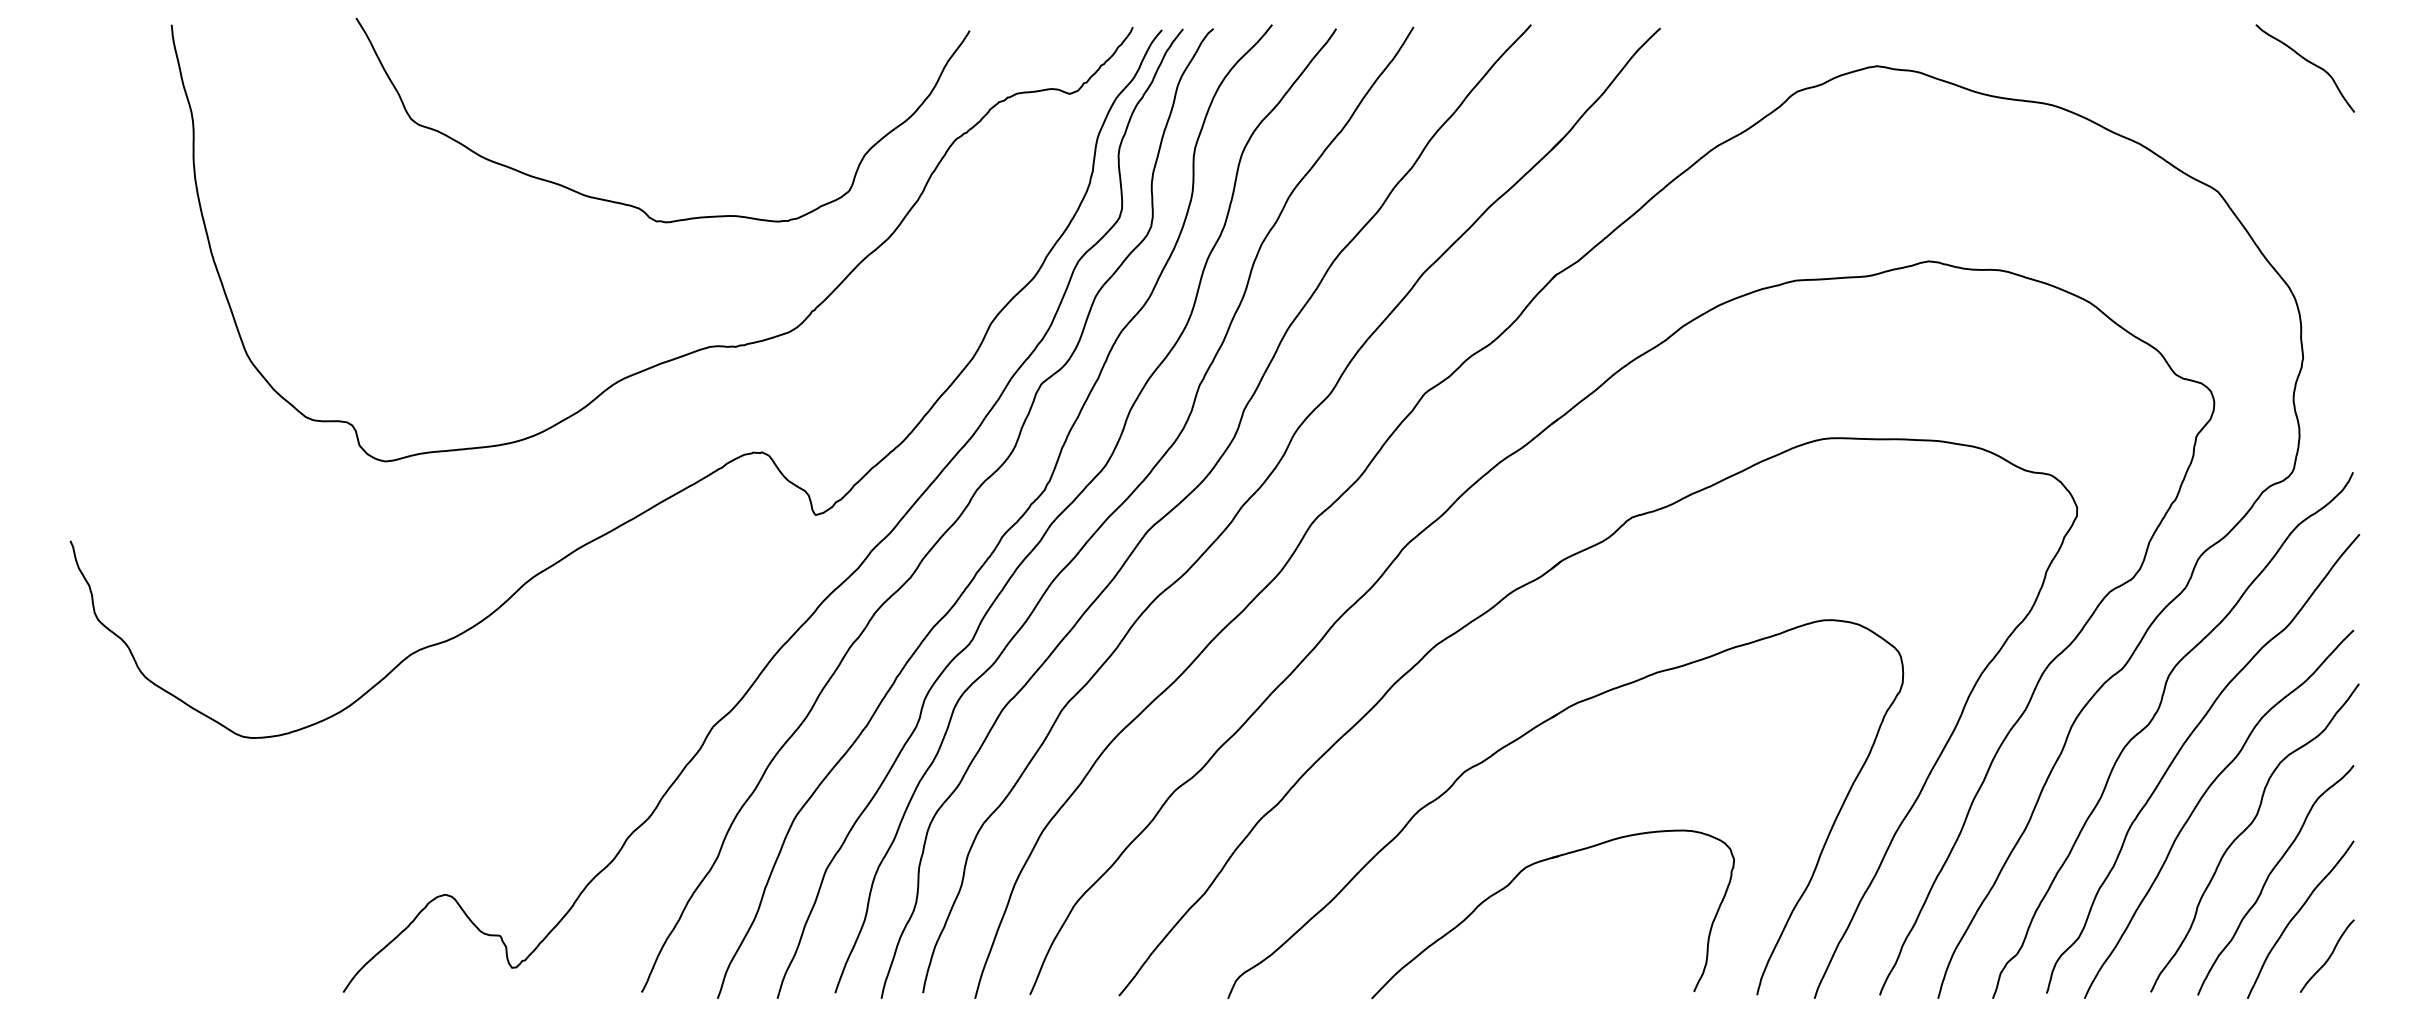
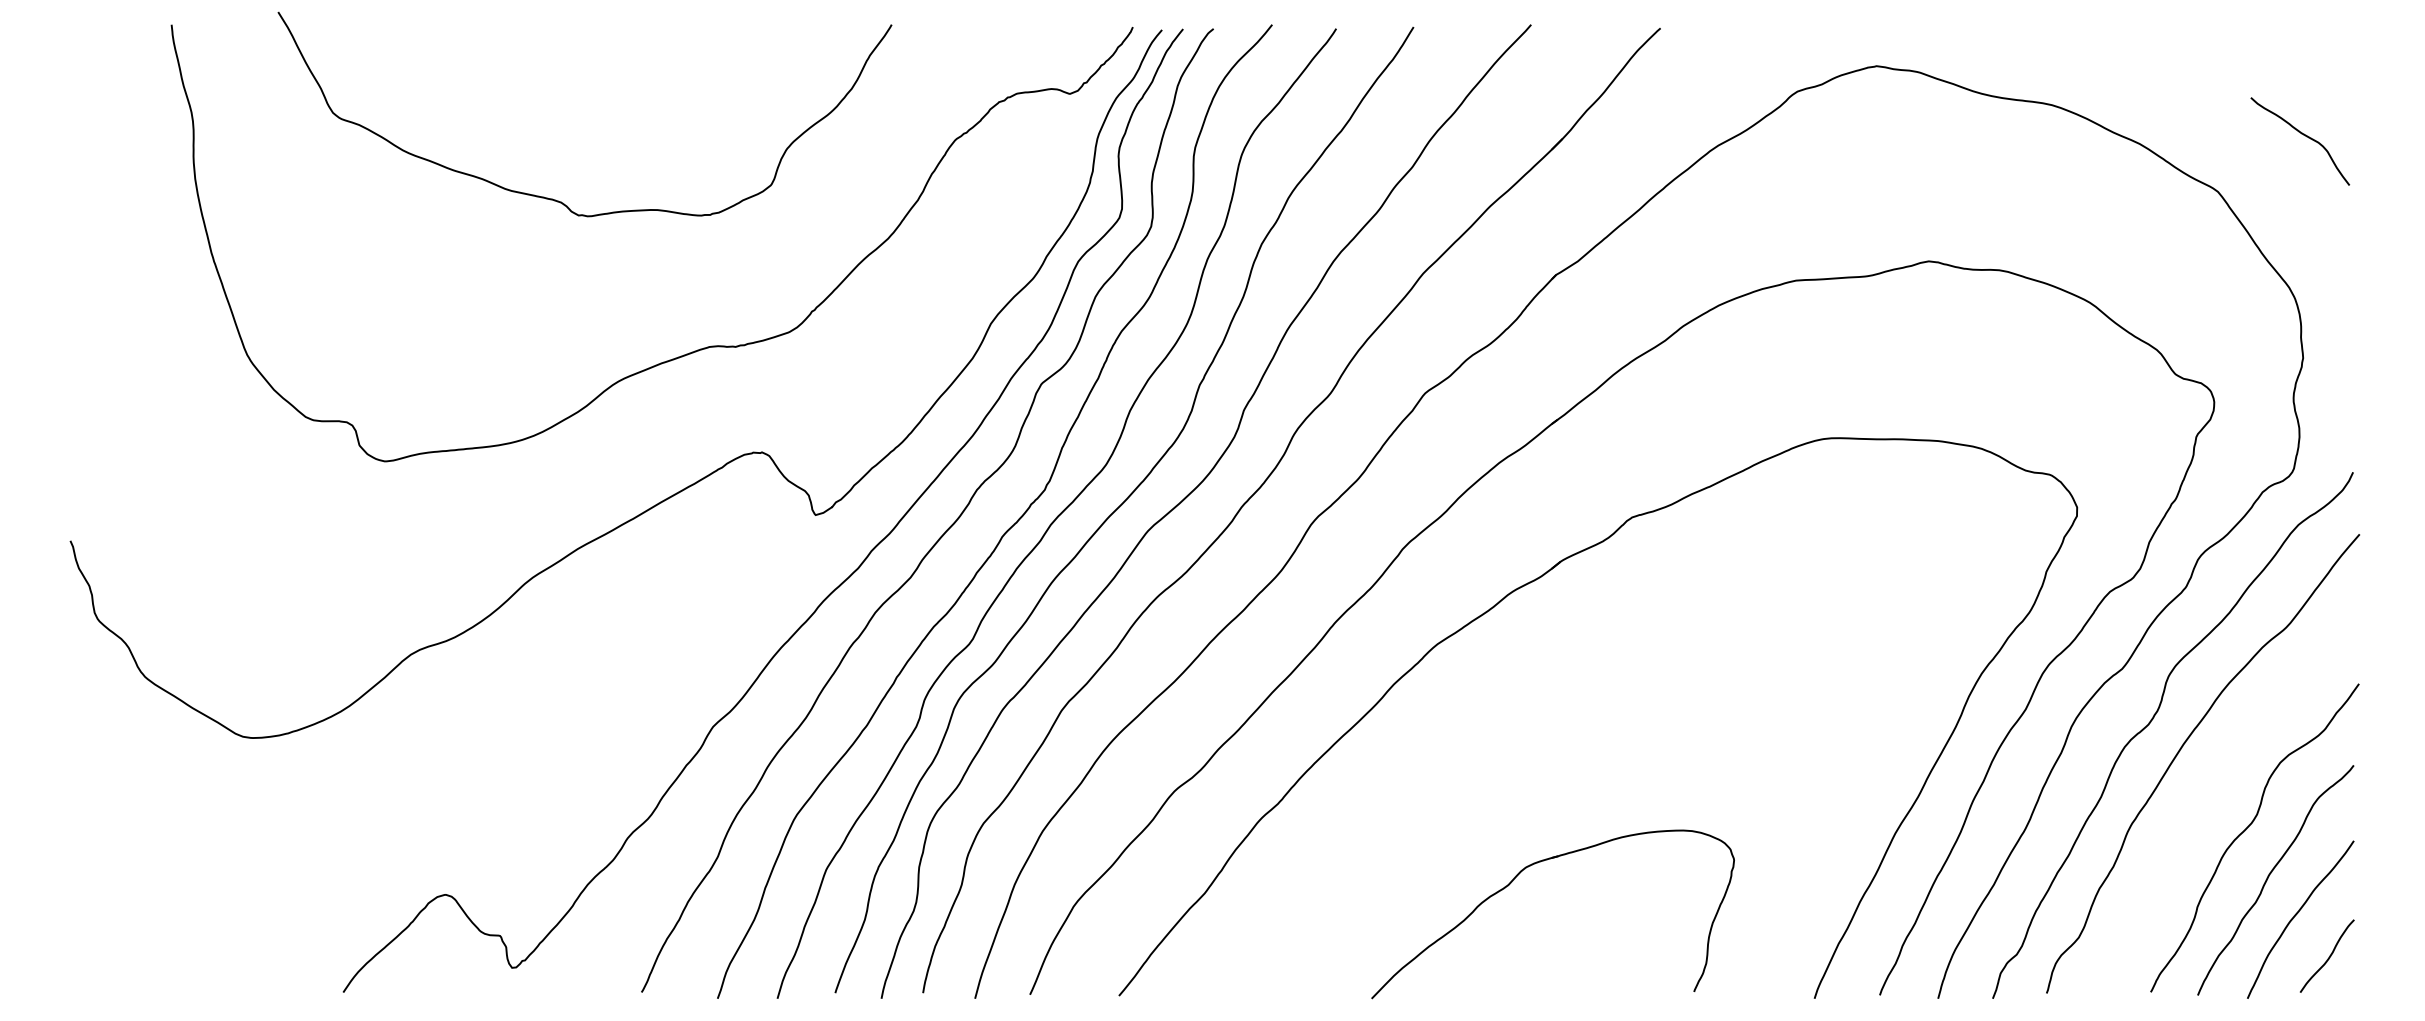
curve at (2308, 62) position: (2308, 62) -> (2303, 135)
curve at (633, 205) position: (633, 205) -> (555, 199)
part at (1522, 737): present -> none
curve at (2199, 803): present -> none
